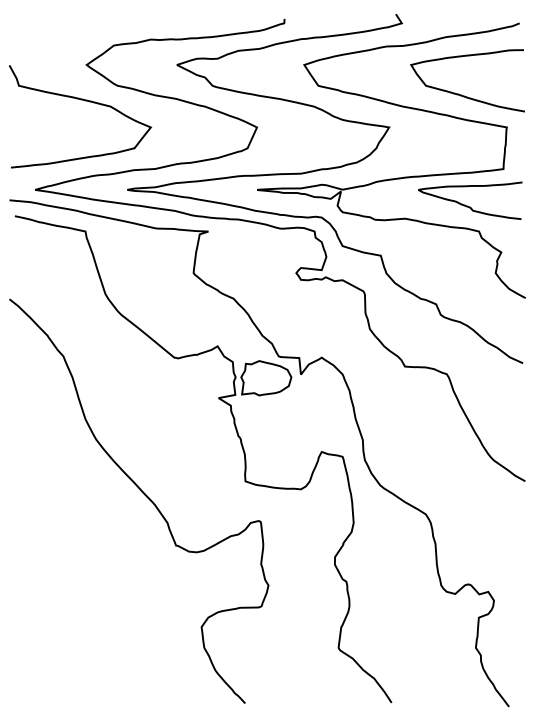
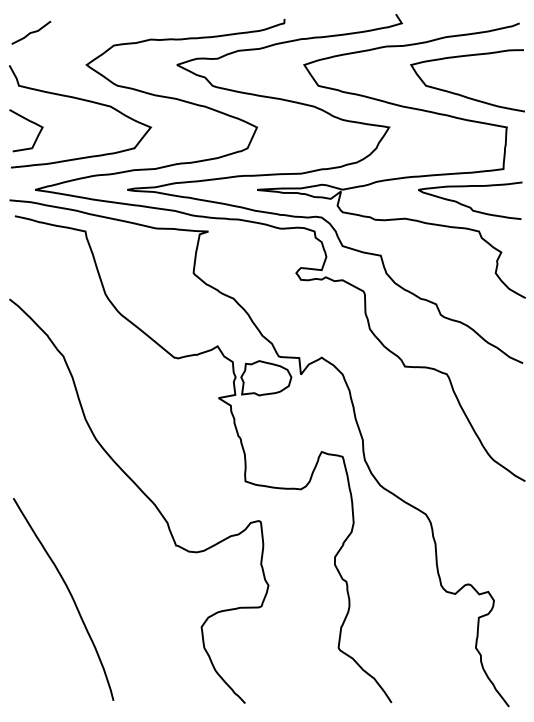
curve at (31, 32): none -> present
curve at (30, 122): none -> present
curve at (70, 596): none -> present
